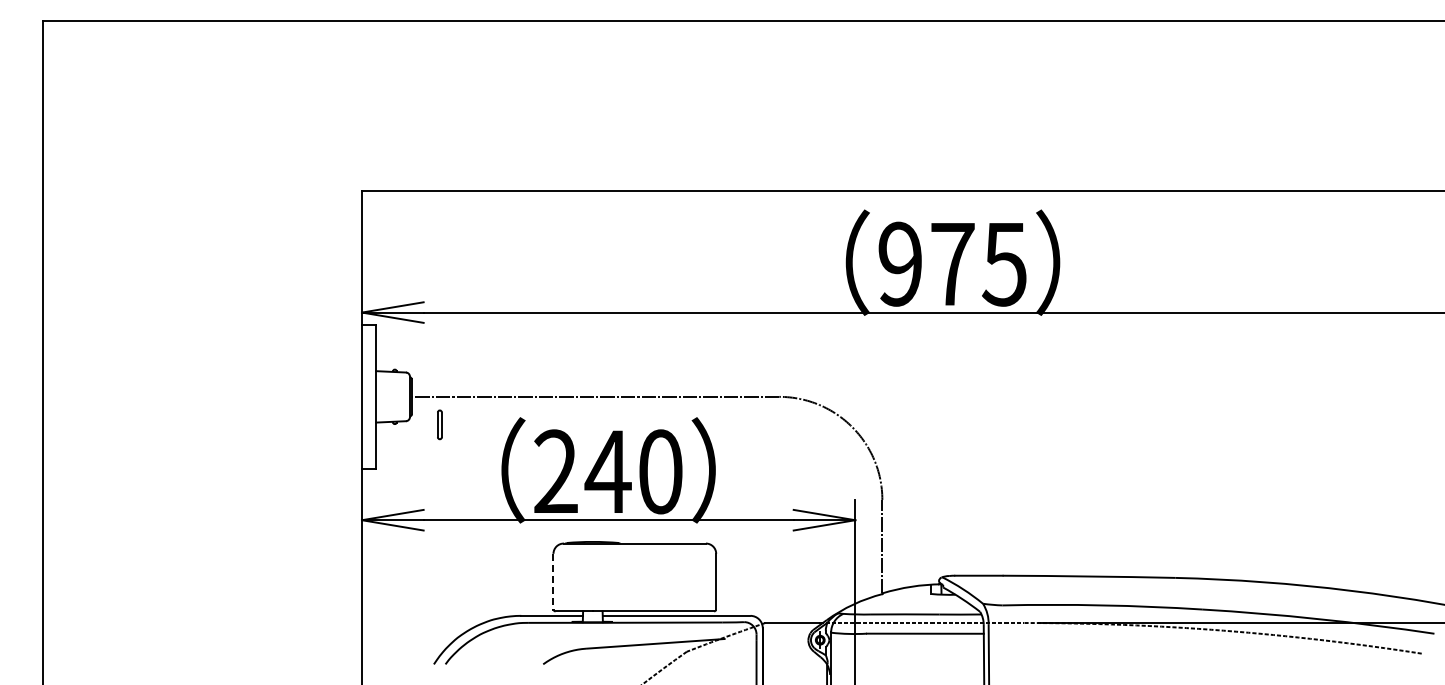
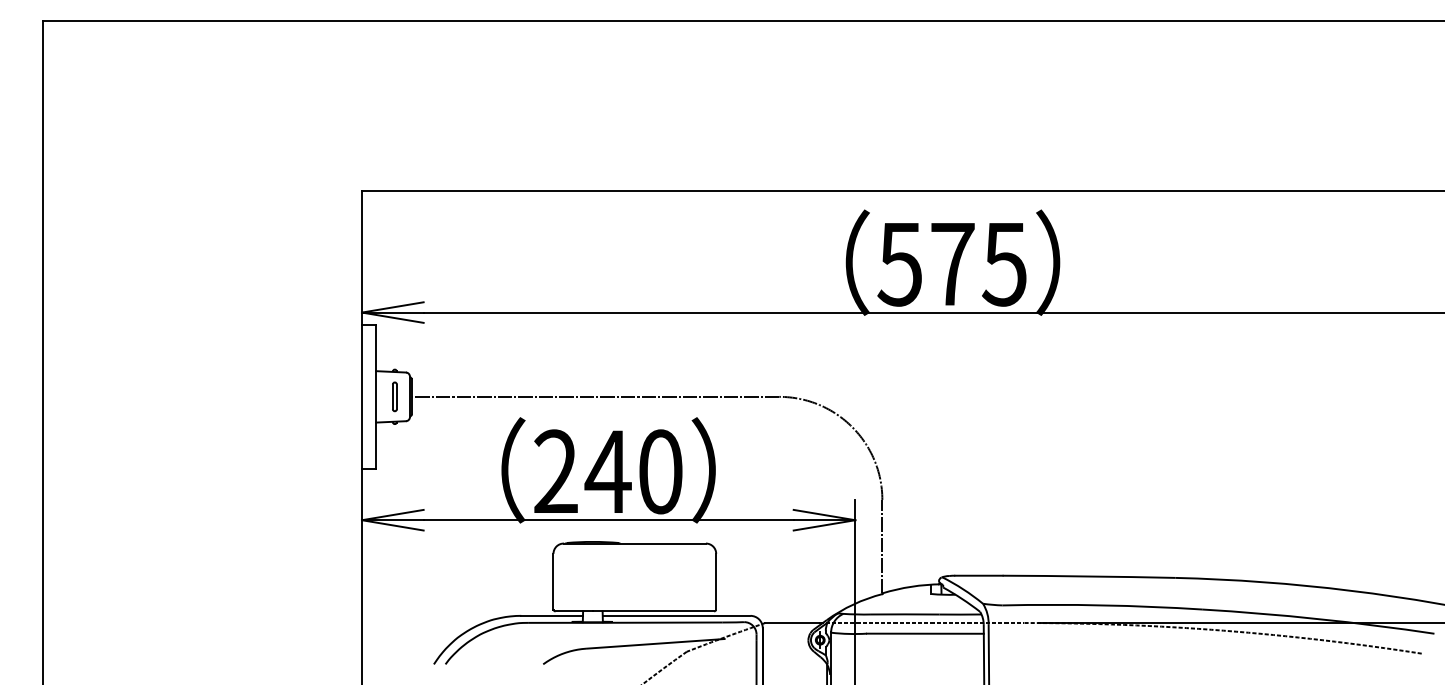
text at (899, 263): 975 -> 575
part at (439, 424) position: (439, 424) -> (394, 396)
line at (553, 582): dashed -> solid
